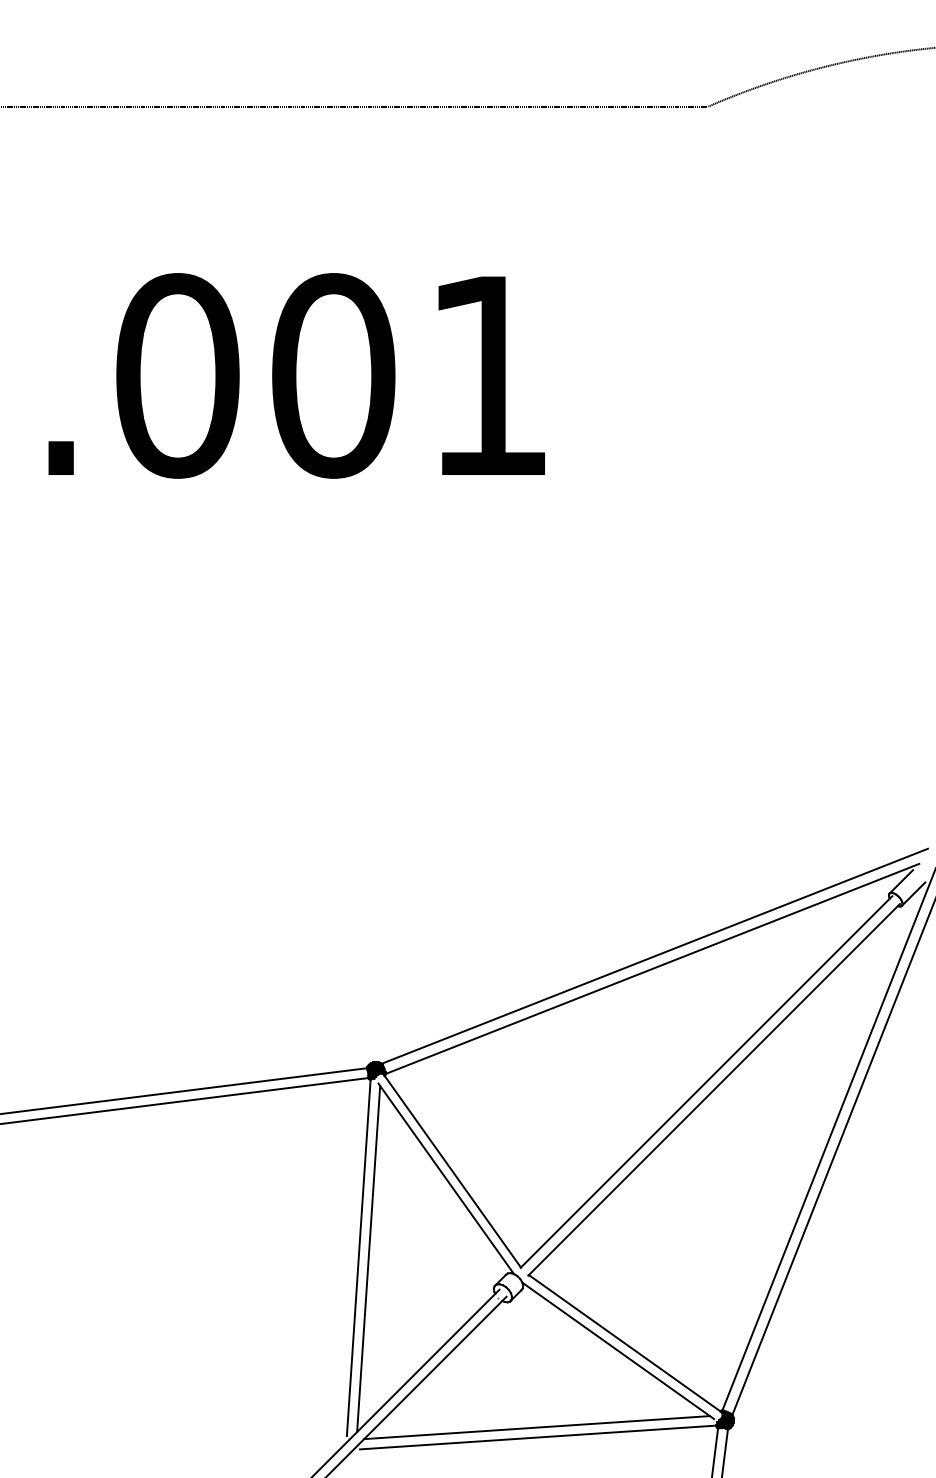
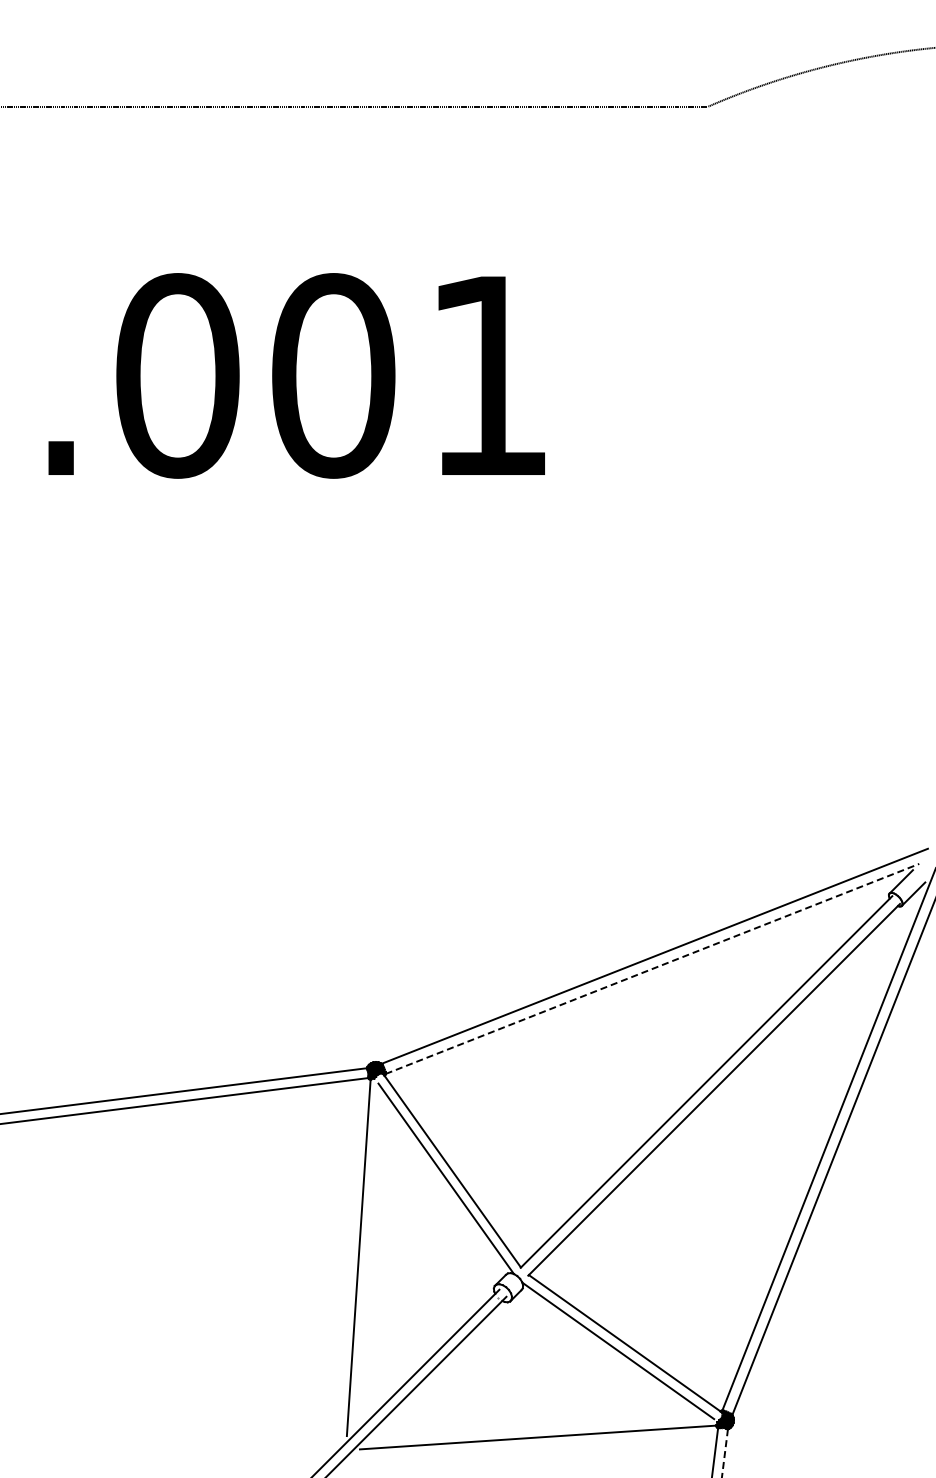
line at (652, 968): solid -> dashed
line at (368, 1259): present -> none
line at (536, 1427): present -> none
line at (724, 1454): solid -> dashed
